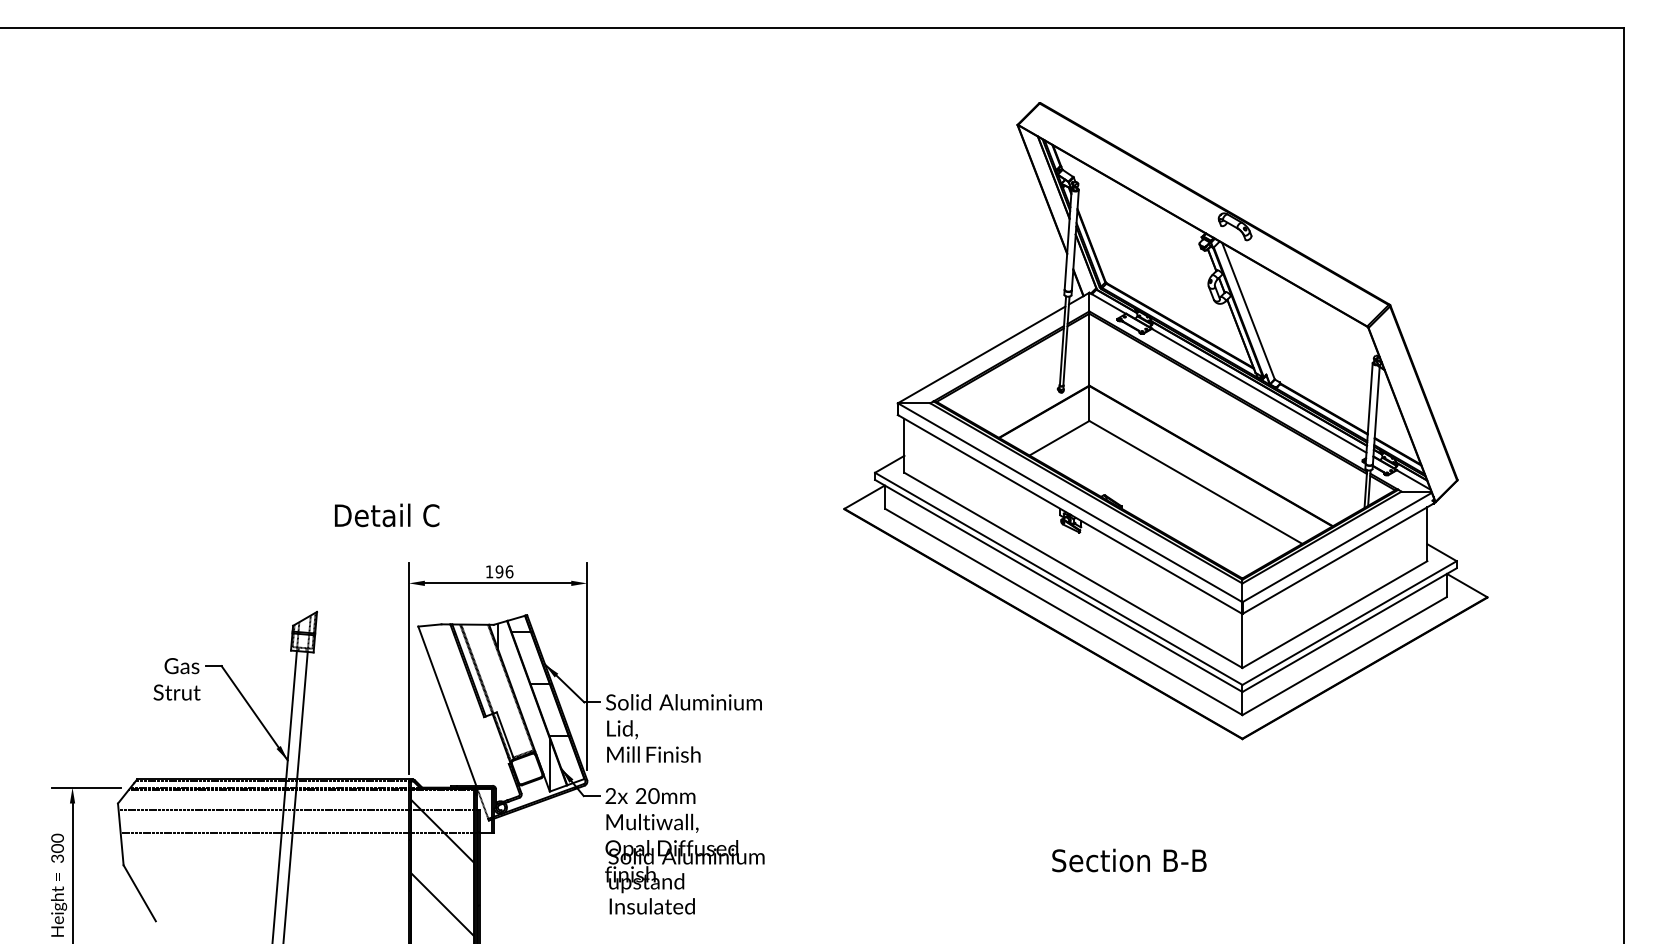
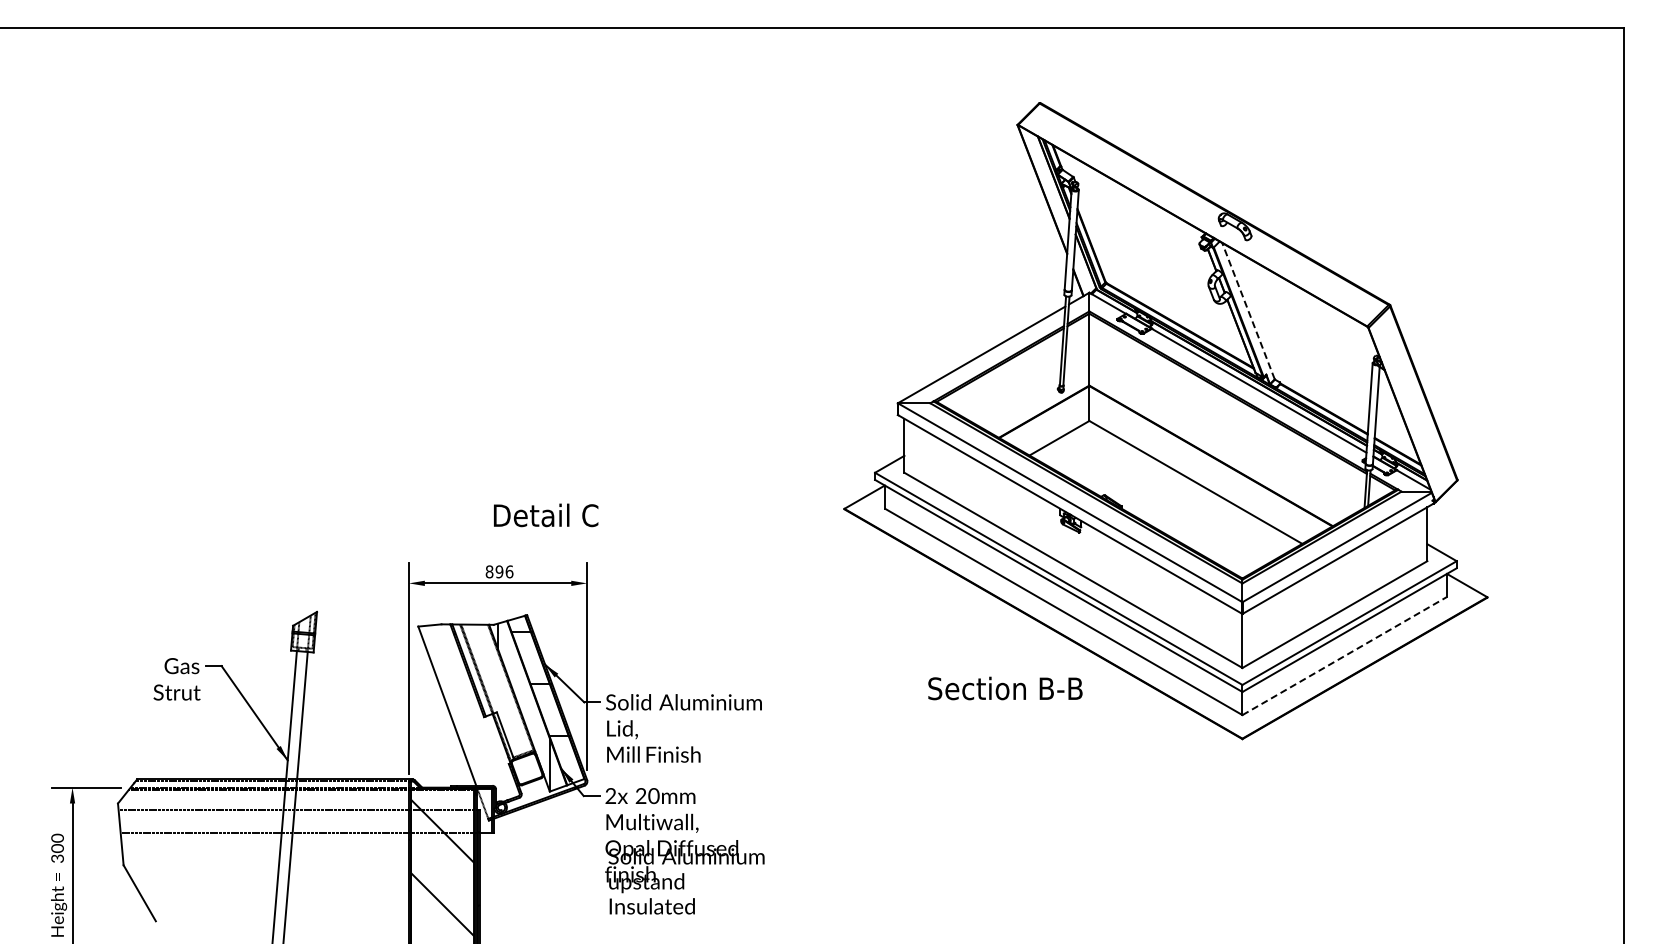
line at (1248, 310): solid -> dashed
text at (387, 515) position: (387, 515) -> (546, 515)
text at (489, 571): 196 -> 896
line at (1344, 656): solid -> dashed
text at (1129, 860) position: (1129, 860) -> (1005, 688)
